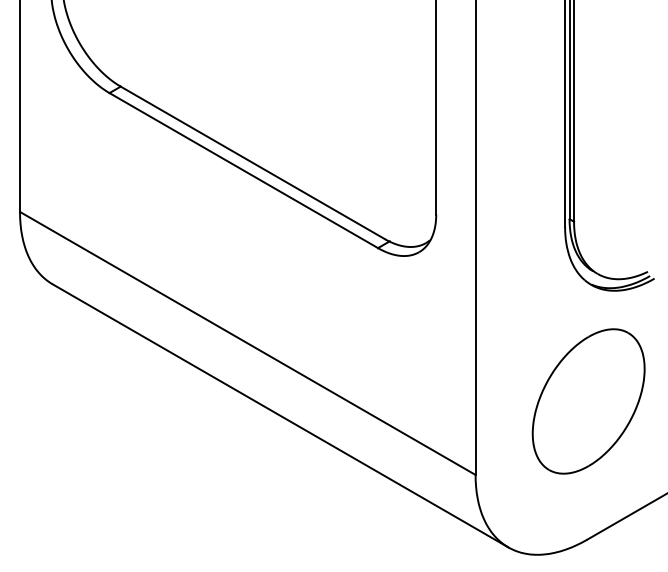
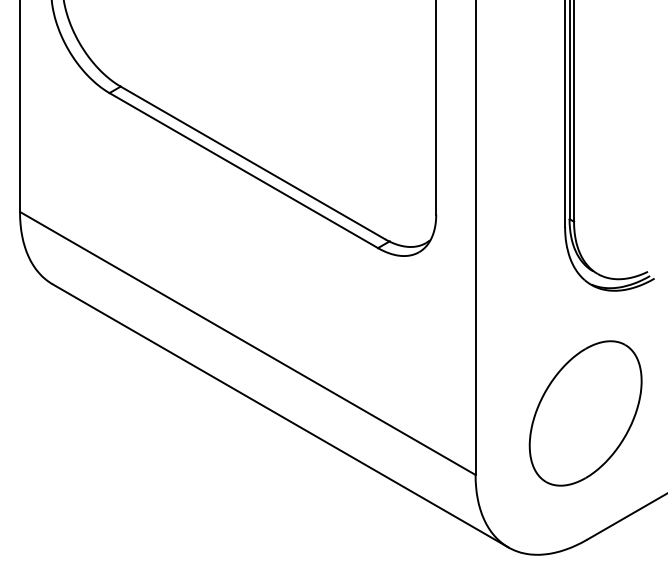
part at (588, 401) position: (588, 401) -> (585, 413)
